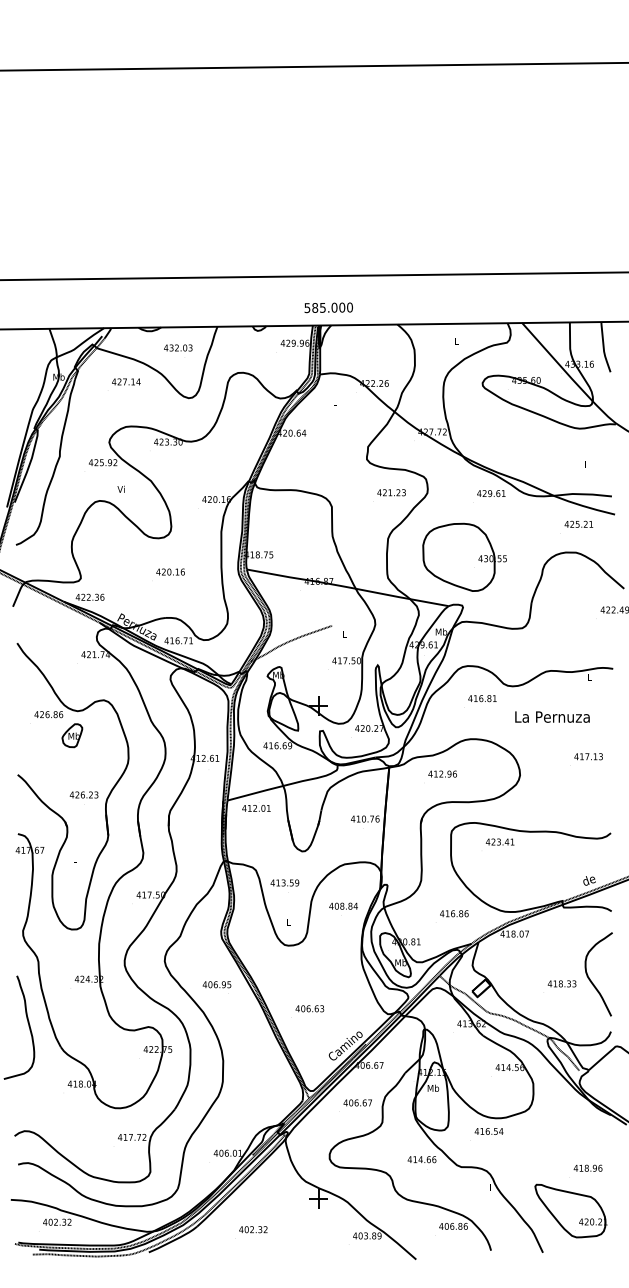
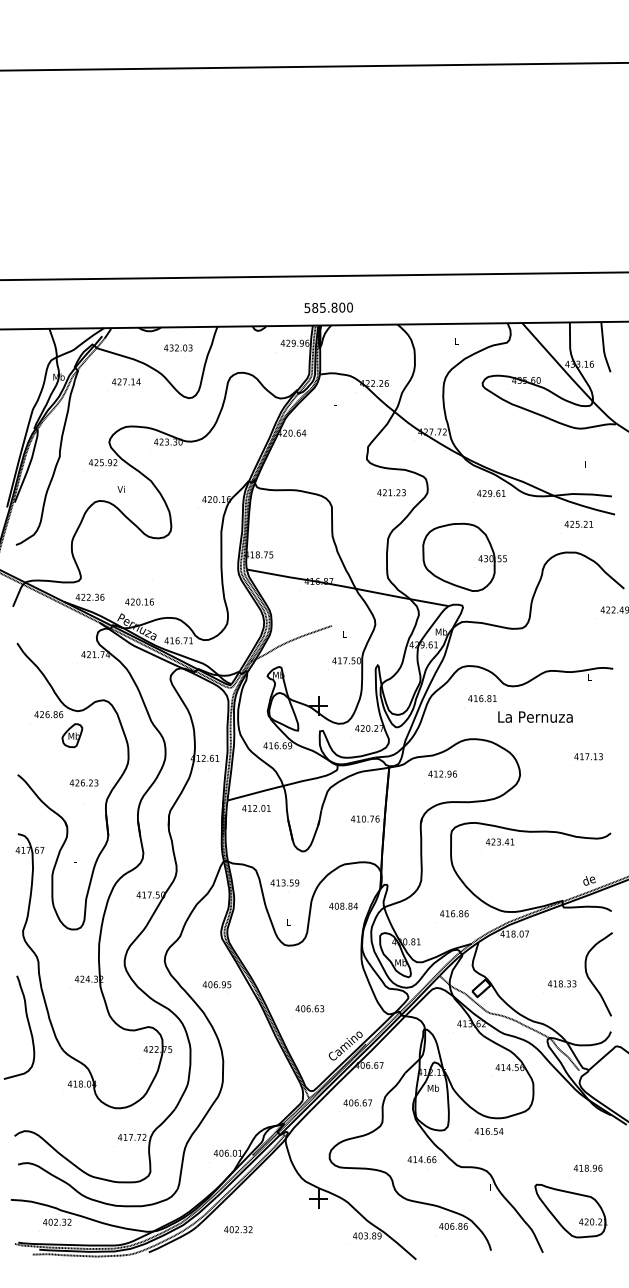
text at (334, 307): 585.000 -> 585.800
text at (170, 571) position: (170, 571) -> (139, 601)
text at (552, 716) position: (552, 716) -> (535, 716)
text at (83, 794) position: (83, 794) -> (83, 782)
text at (253, 1229) position: (253, 1229) -> (238, 1229)
